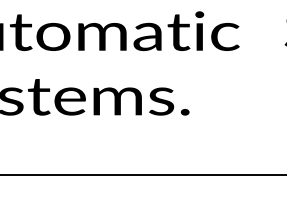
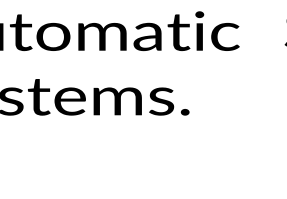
line at (142, 174): present -> none
